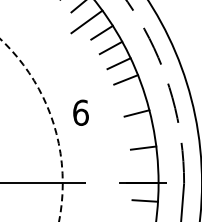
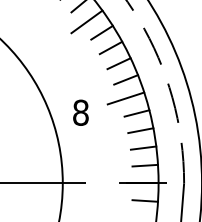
line at (125, 98): none -> present
text at (80, 112): 6 -> 8
circle at (31, 129): dashed -> solid
line at (140, 130): none -> present
line at (145, 165): none -> present
